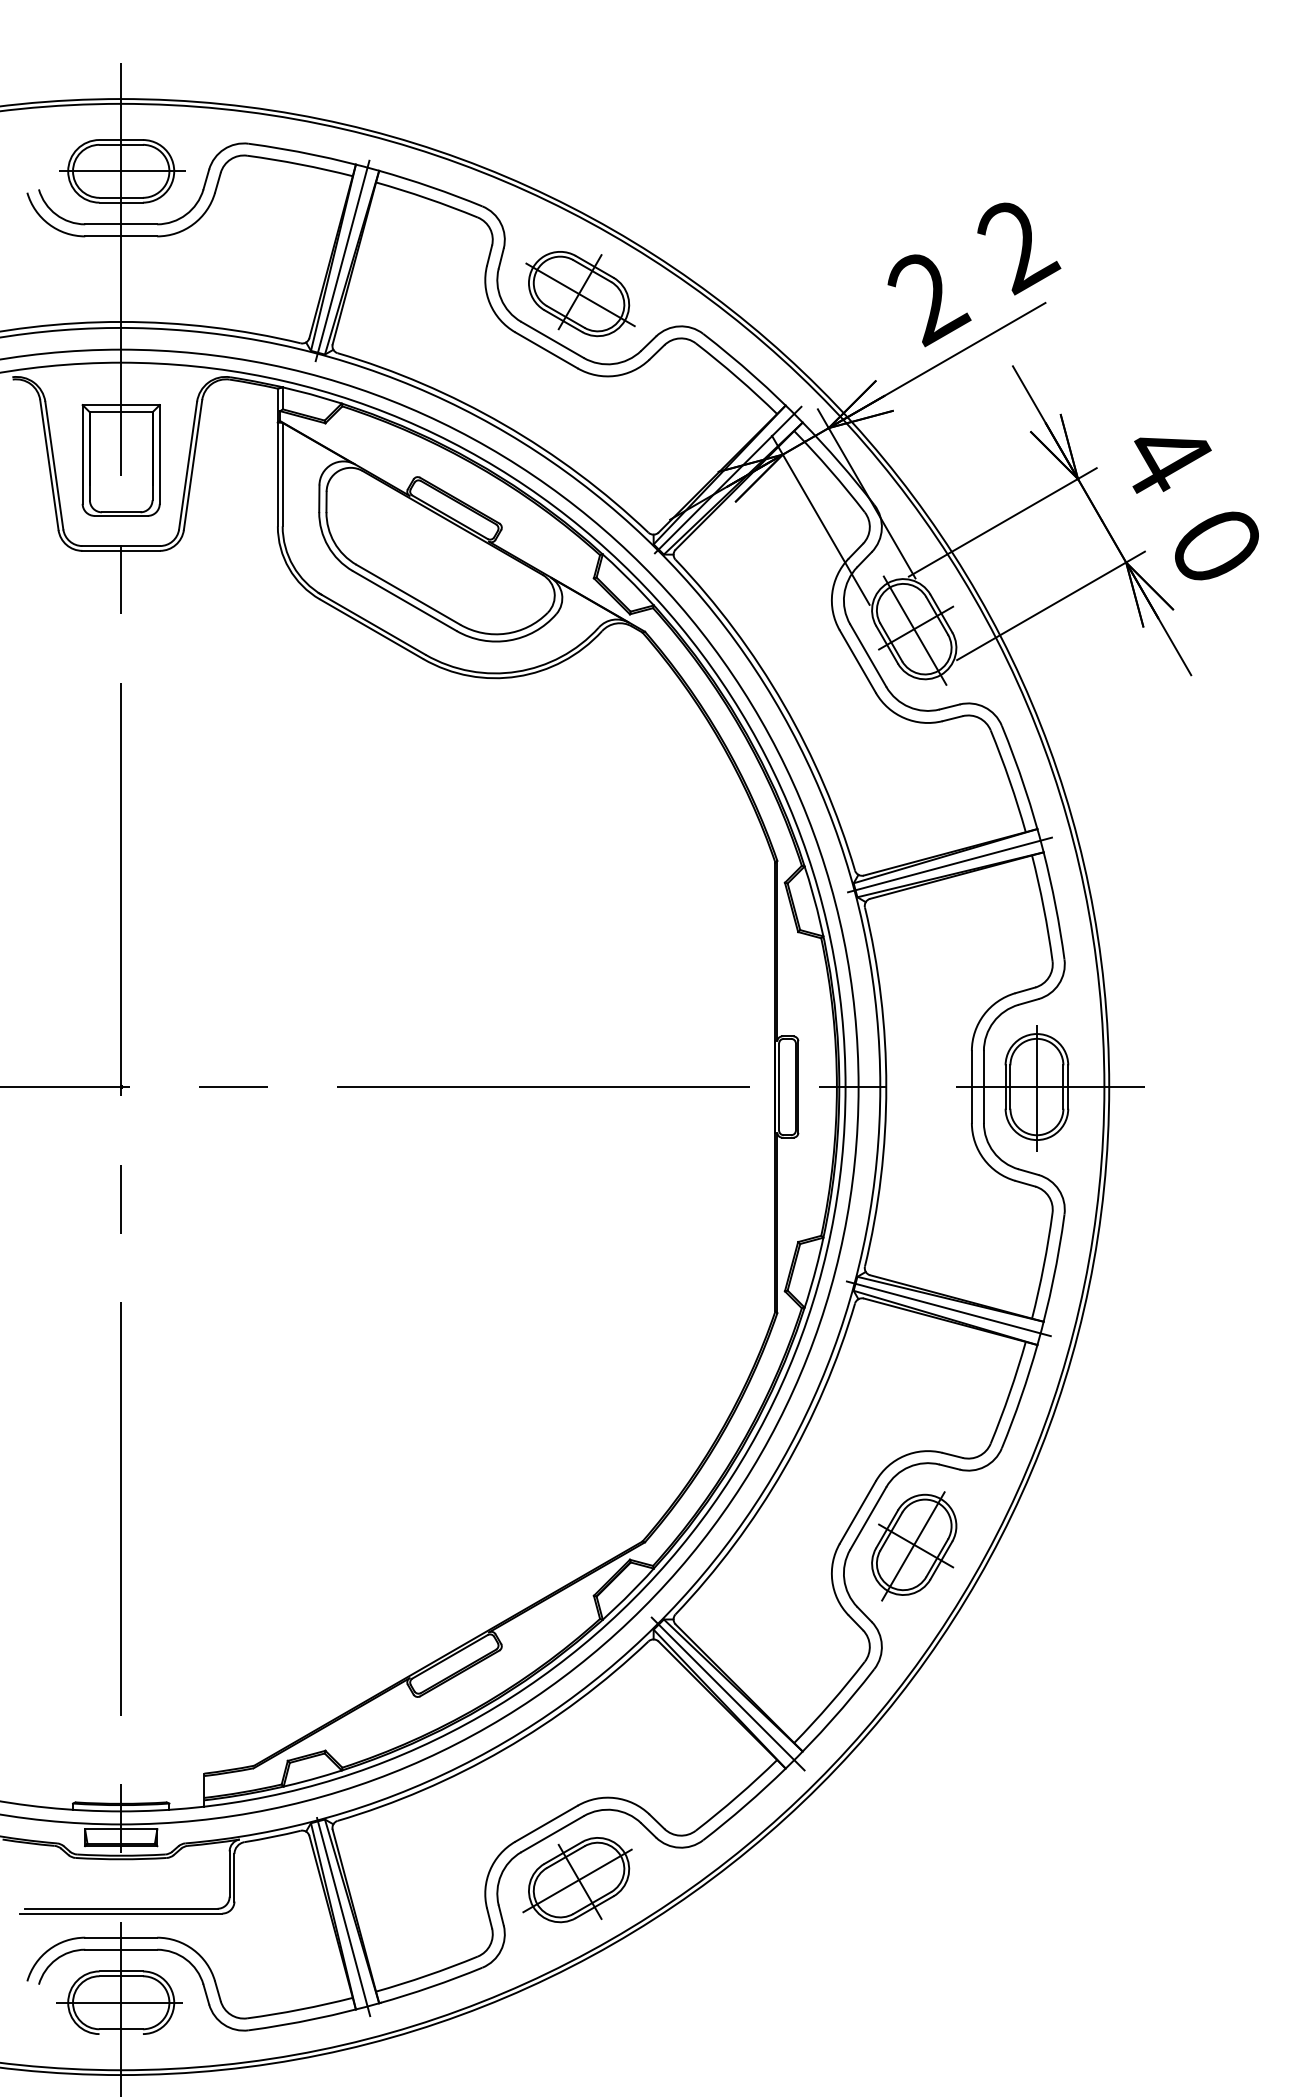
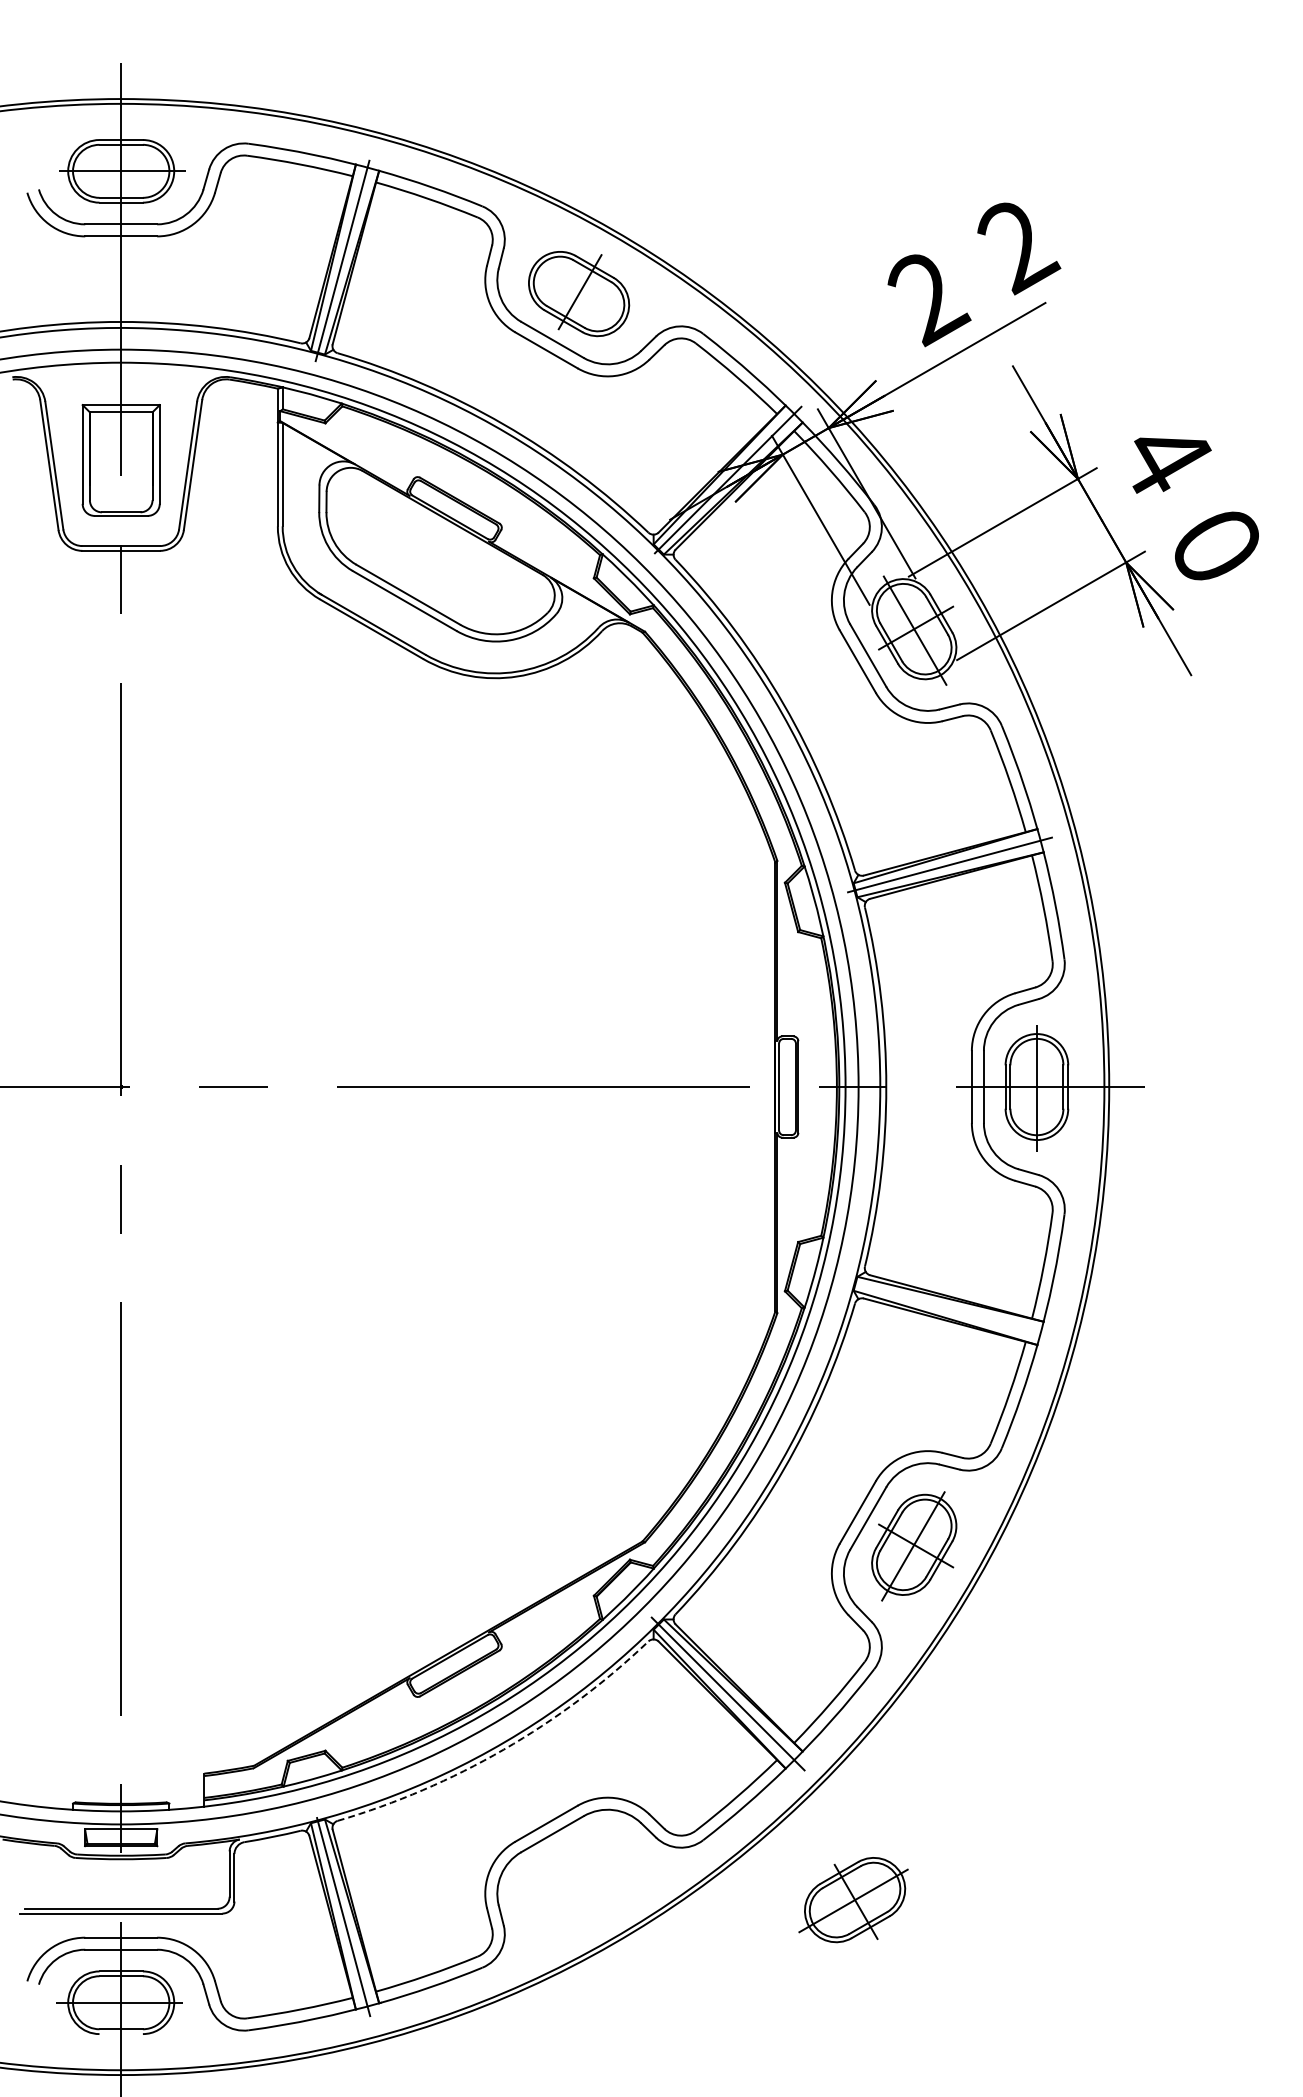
line at (580, 294): present -> none
line at (948, 1308): present -> none
arc at (503, 1749): solid -> dashed
part at (577, 1880) position: (577, 1880) -> (853, 1900)
